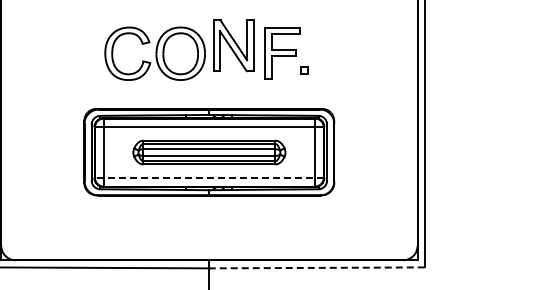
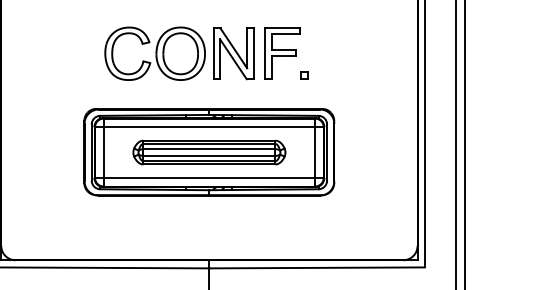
part at (233, 45) position: (233, 45) -> (233, 53)
part at (304, 70) position: (304, 70) -> (304, 75)
line at (456, 144): none -> present
line at (464, 144): none -> present
line at (208, 177): dashed -> solid
line at (317, 267): dashed -> solid
